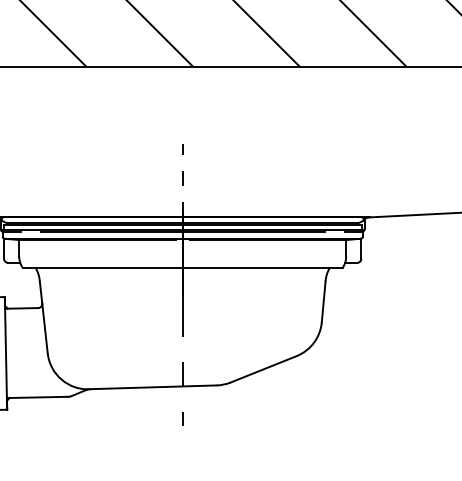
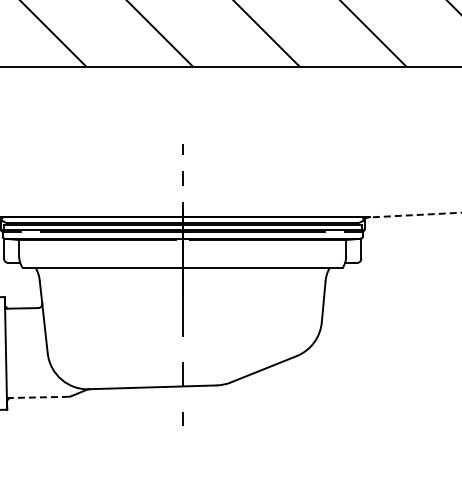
line at (414, 215): solid -> dashed
line at (37, 397): solid -> dashed
